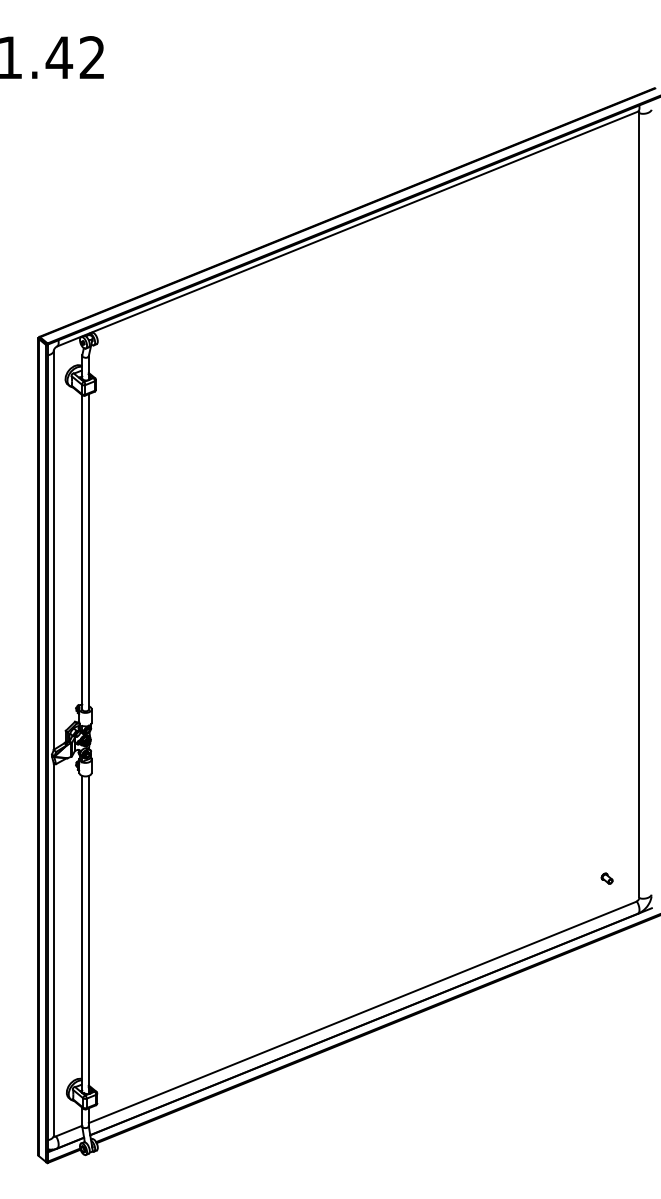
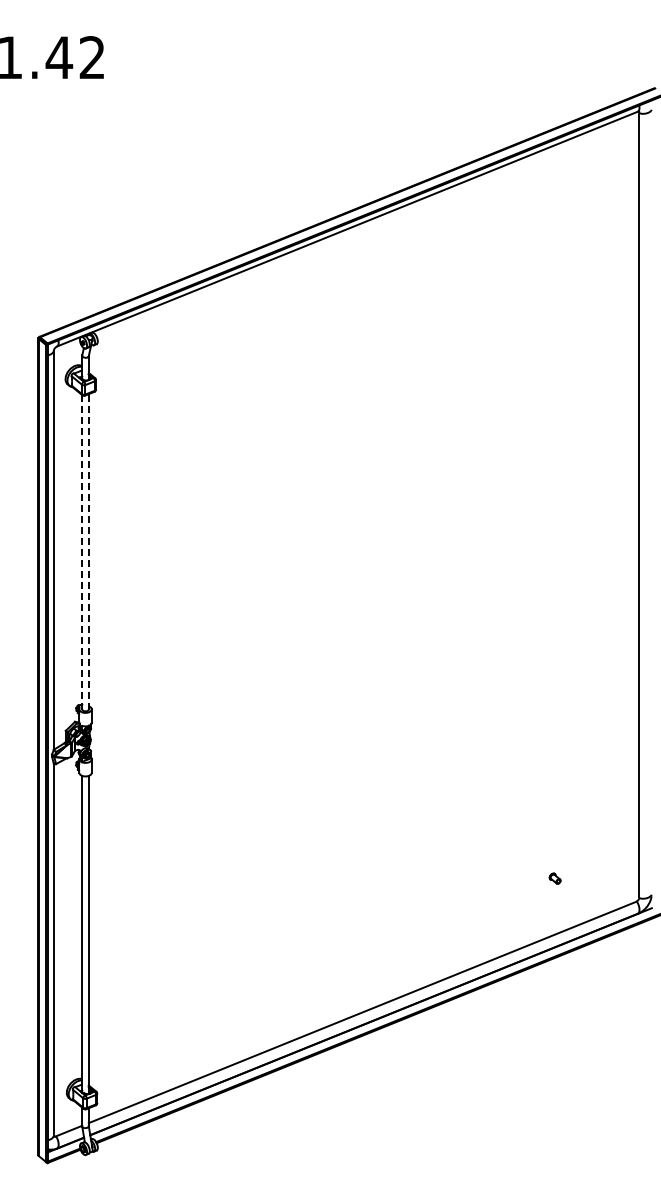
line at (82, 552): solid -> dashed
line at (88, 552): solid -> dashed
part at (606, 878) position: (606, 878) -> (554, 878)
